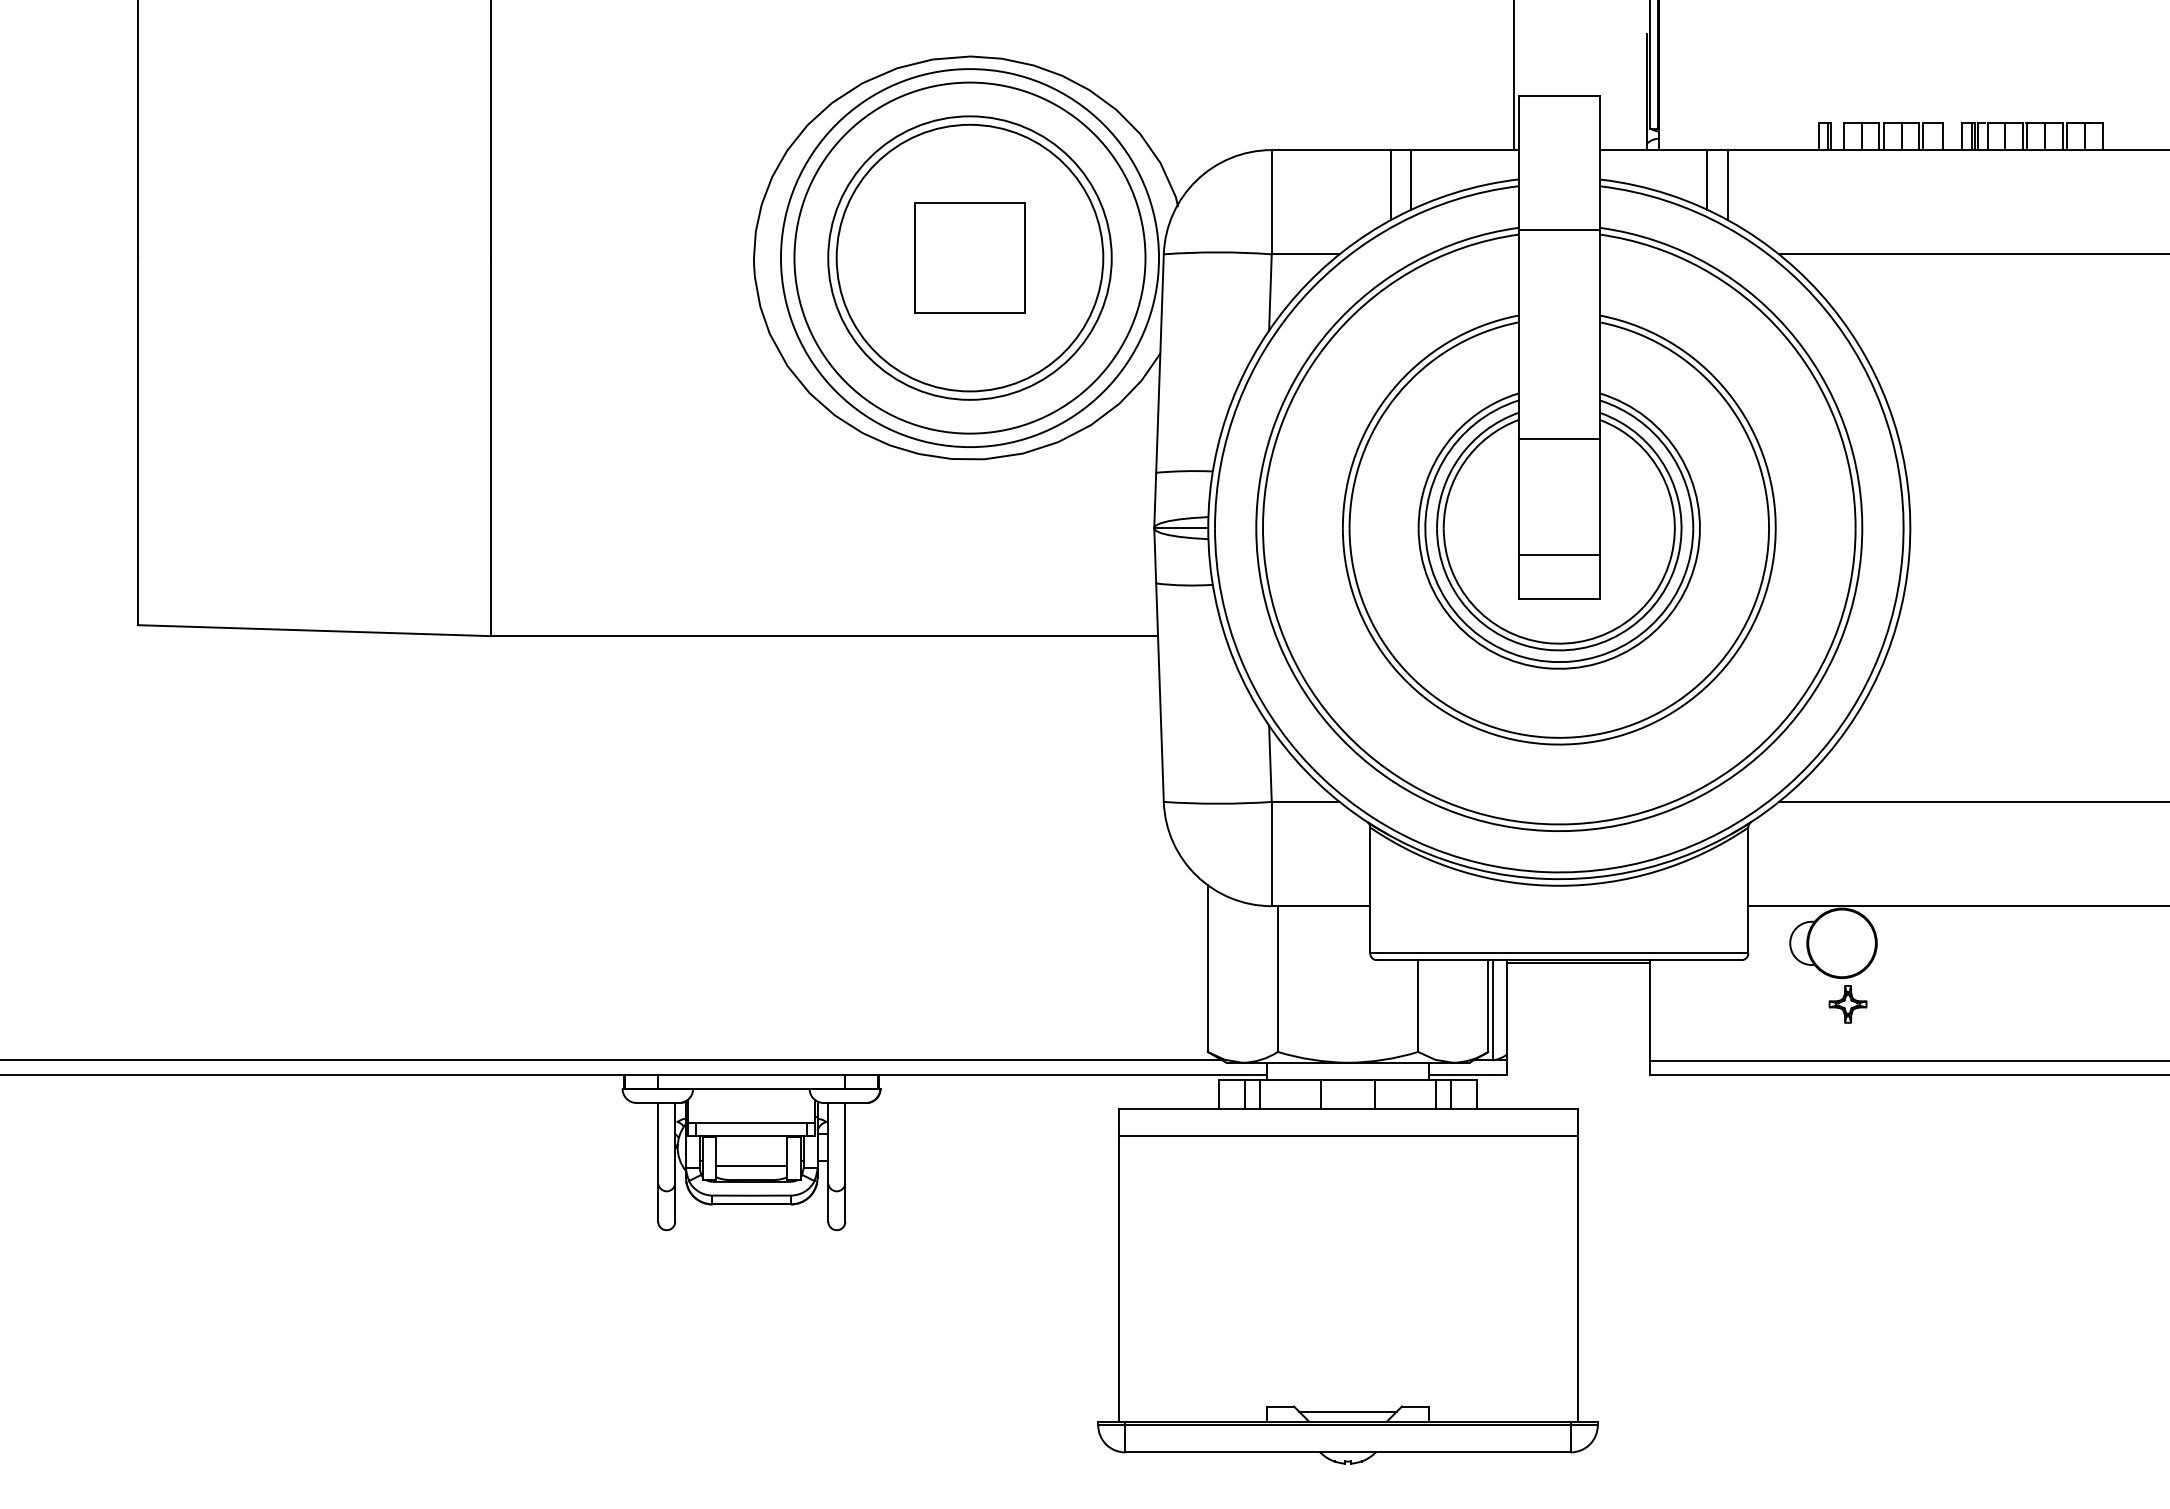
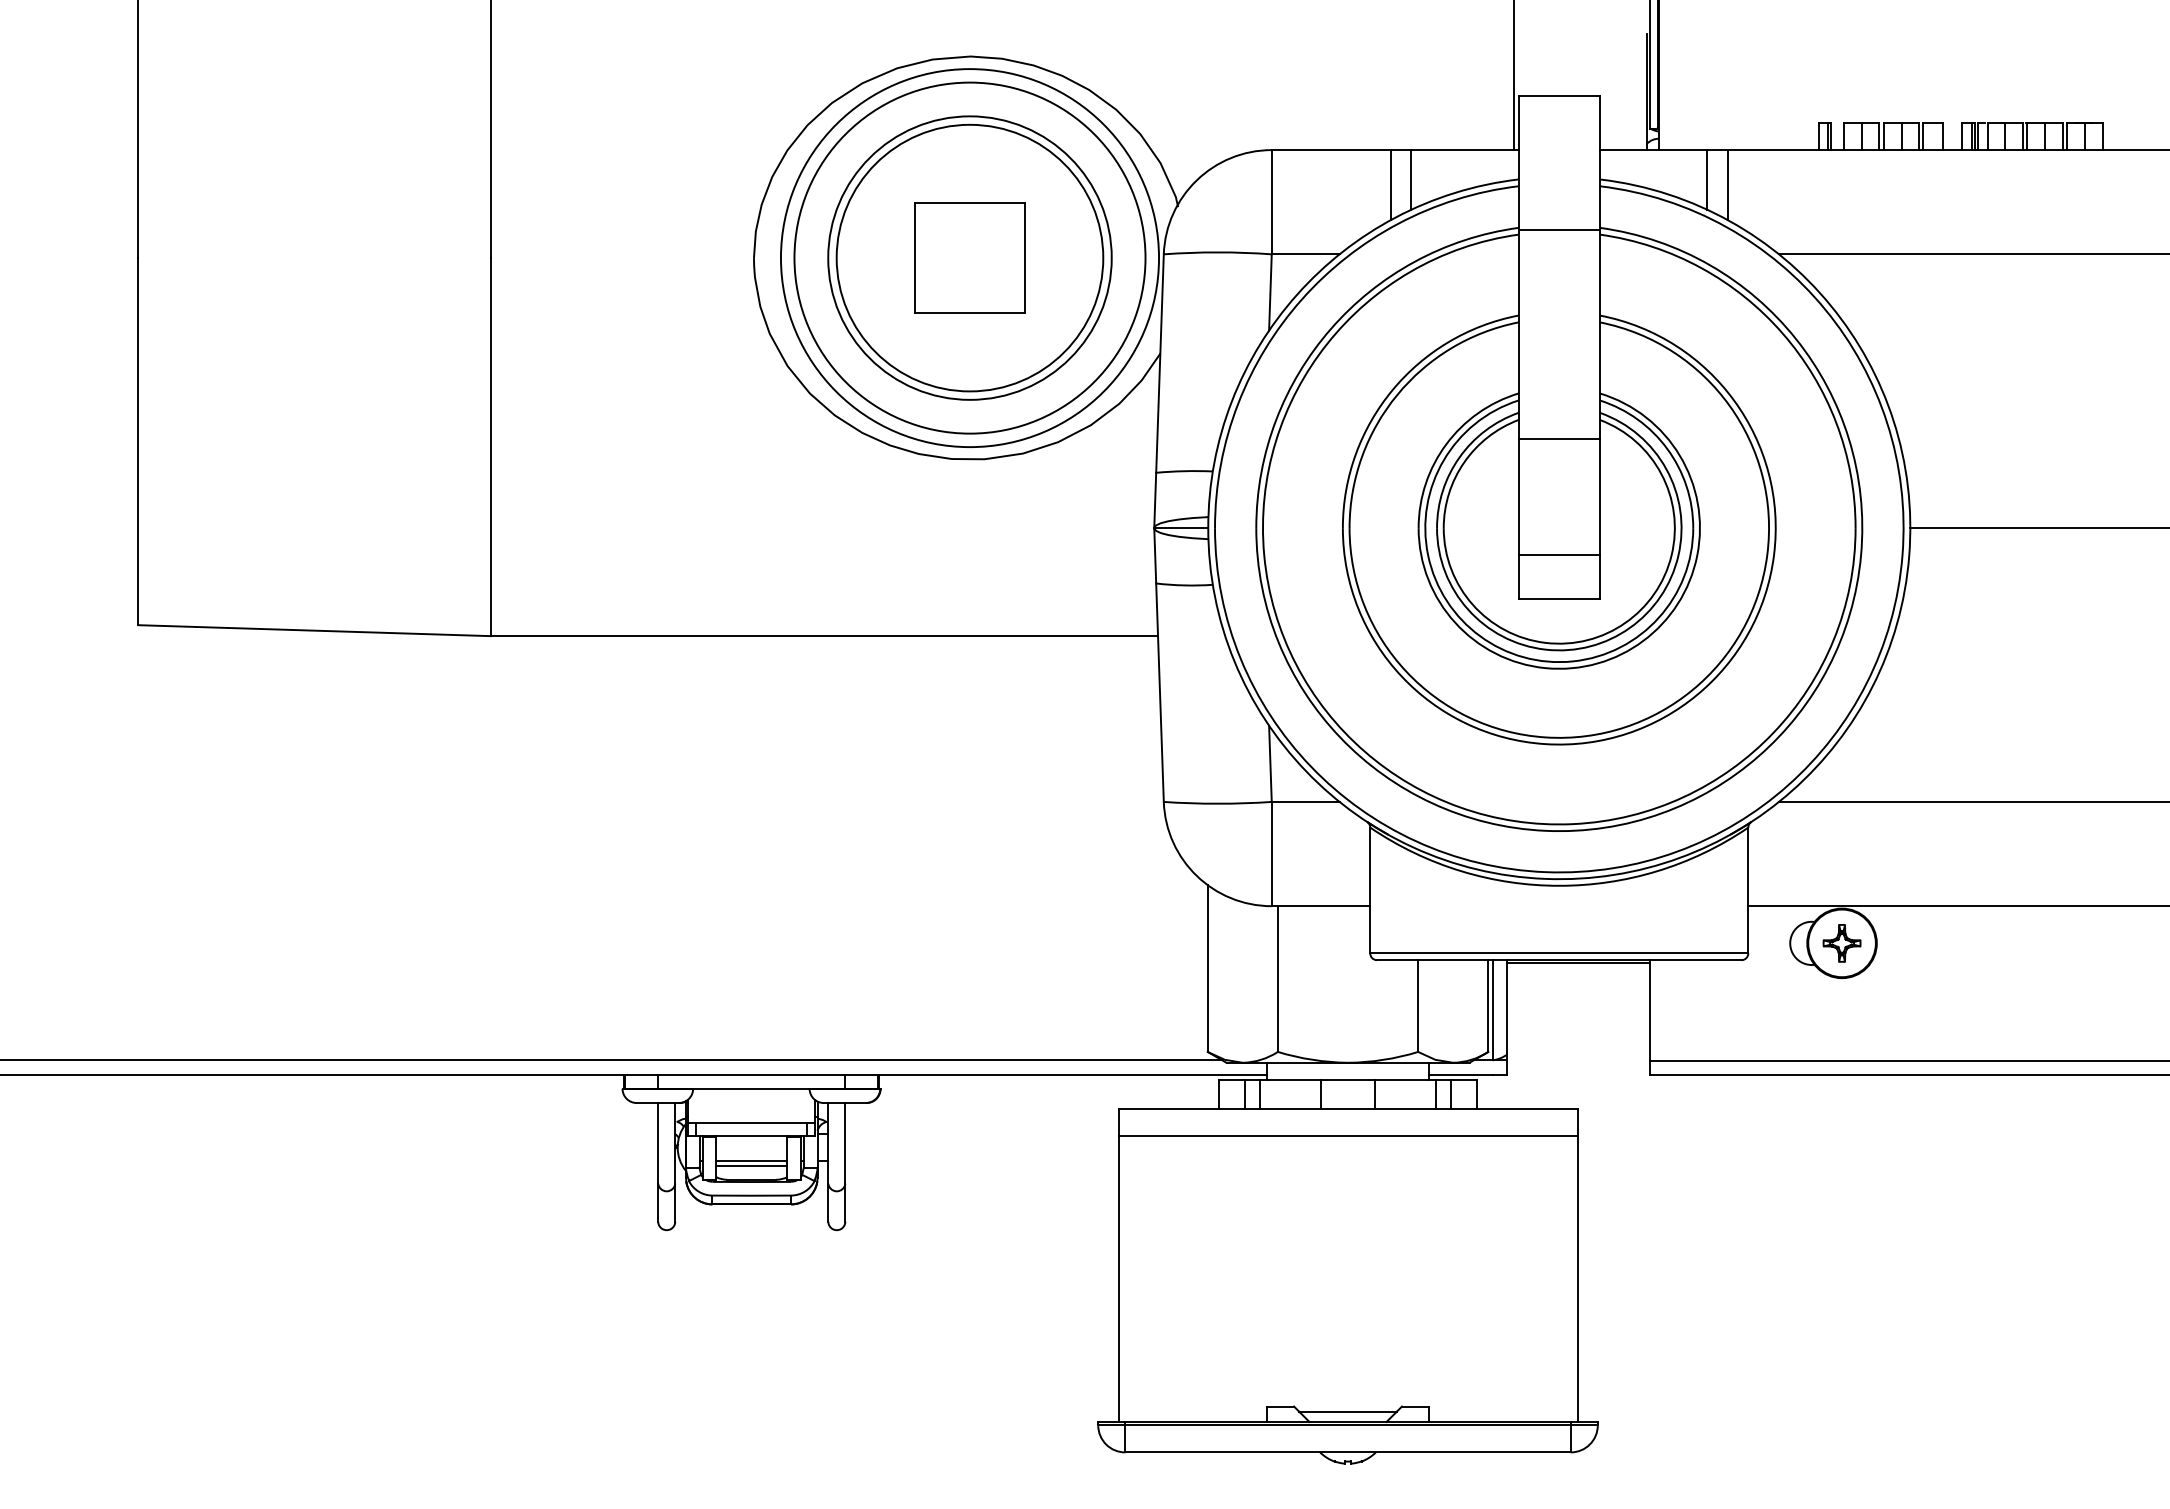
line at (2038, 528): none -> present
part at (1847, 1004) position: (1847, 1004) -> (1841, 943)
line at (751, 1160): none -> present
